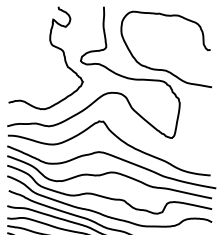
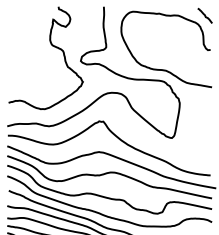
line at (204, 15): none -> present
